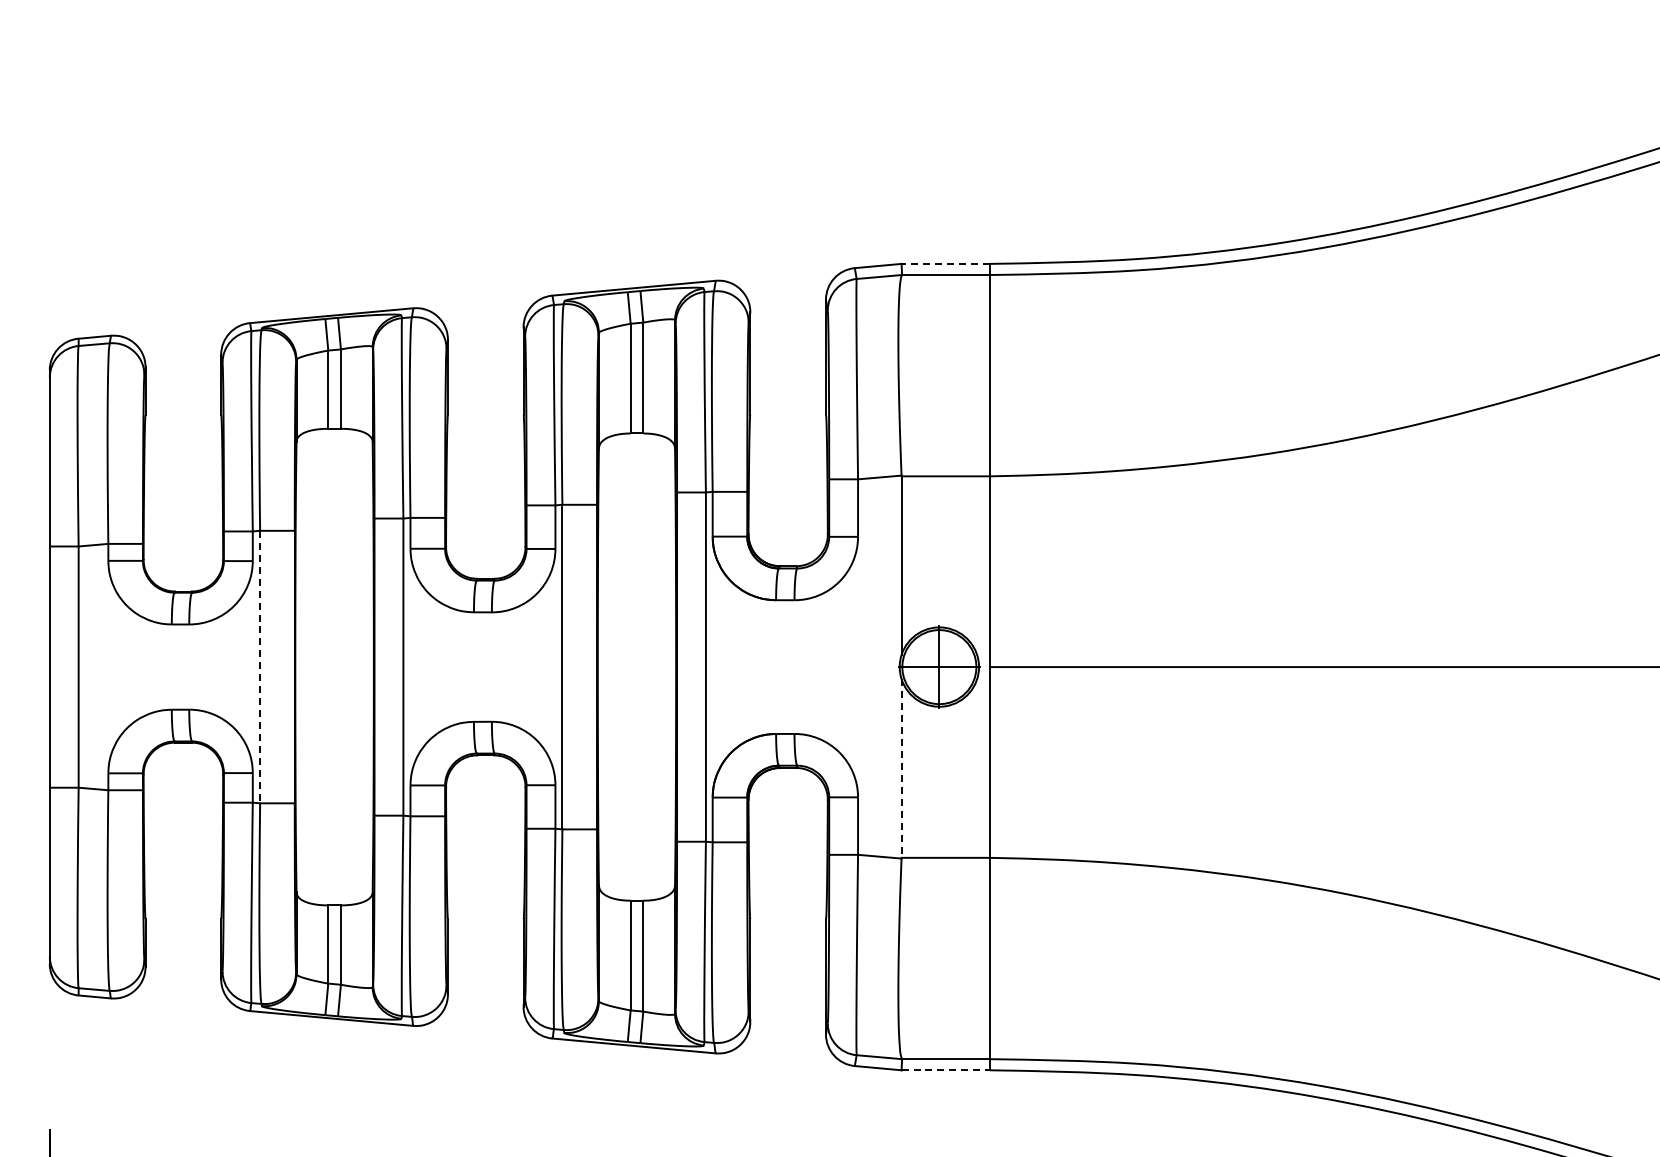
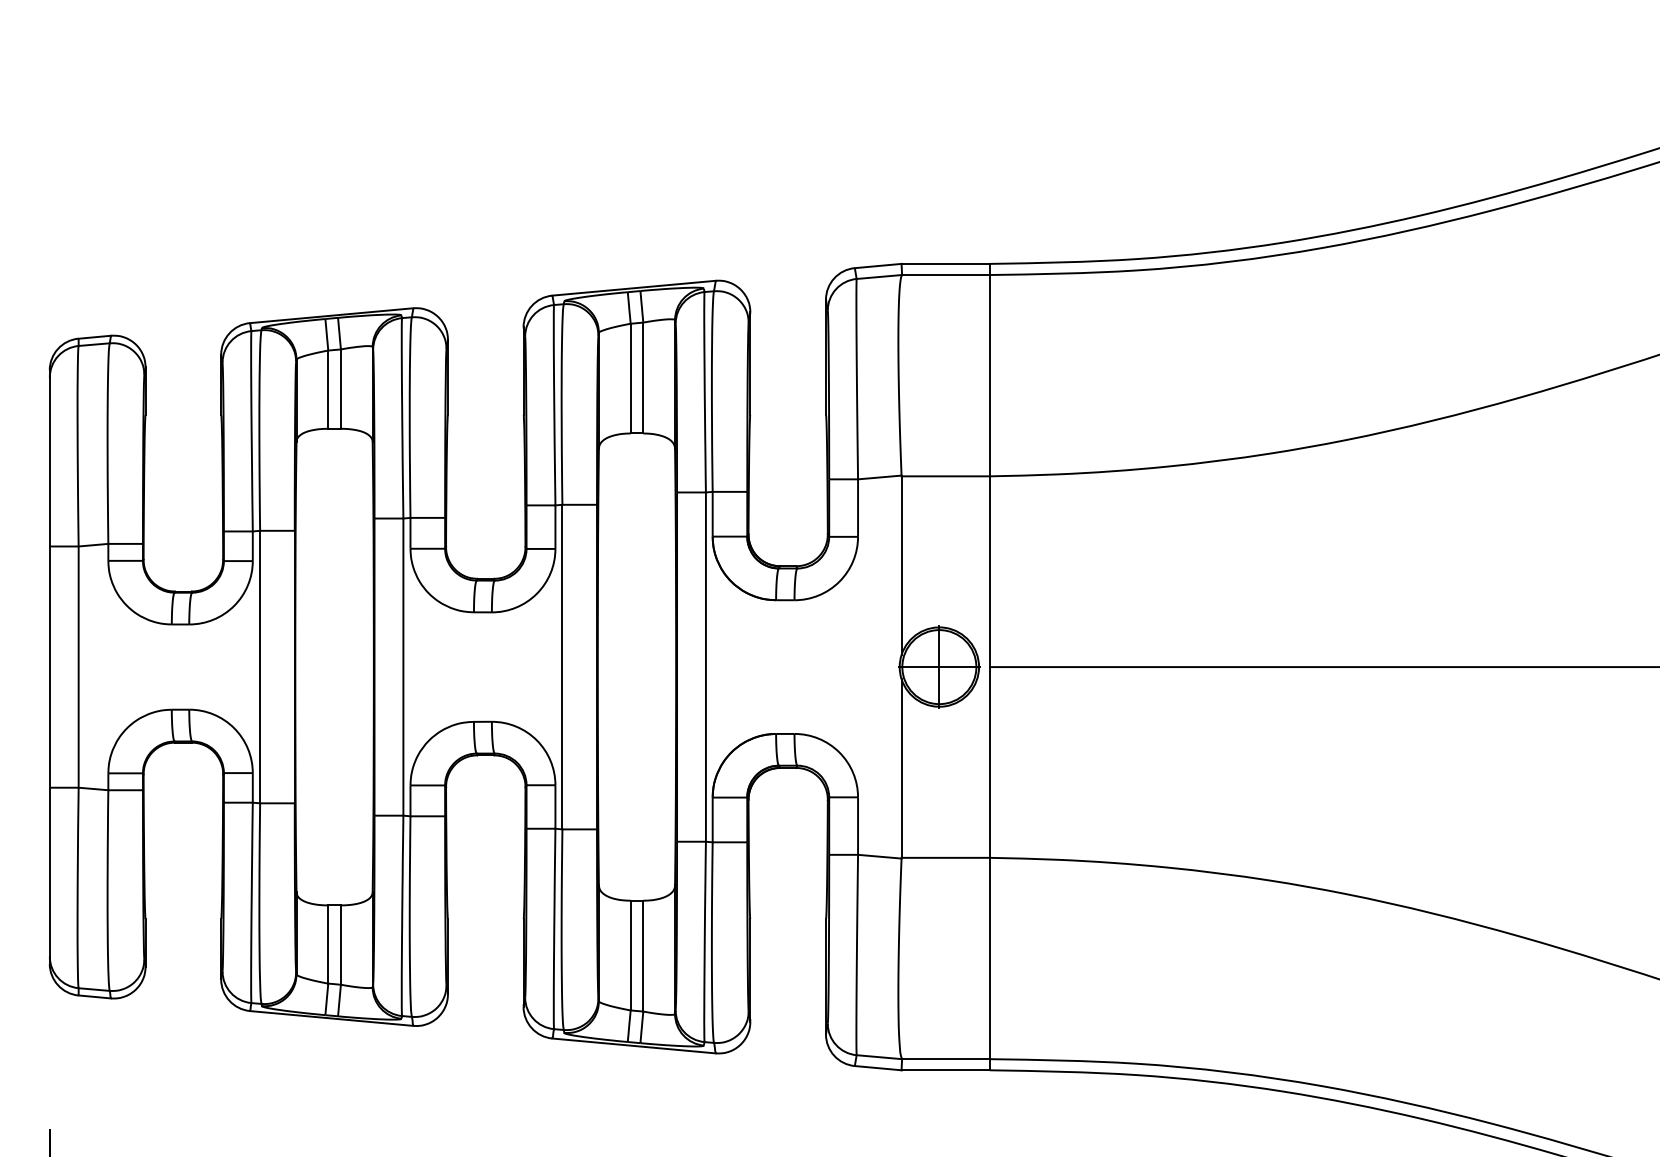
line at (945, 263): dashed -> solid
line at (260, 667): dashed -> solid
line at (901, 769): dashed -> solid
line at (946, 1070): dashed -> solid
